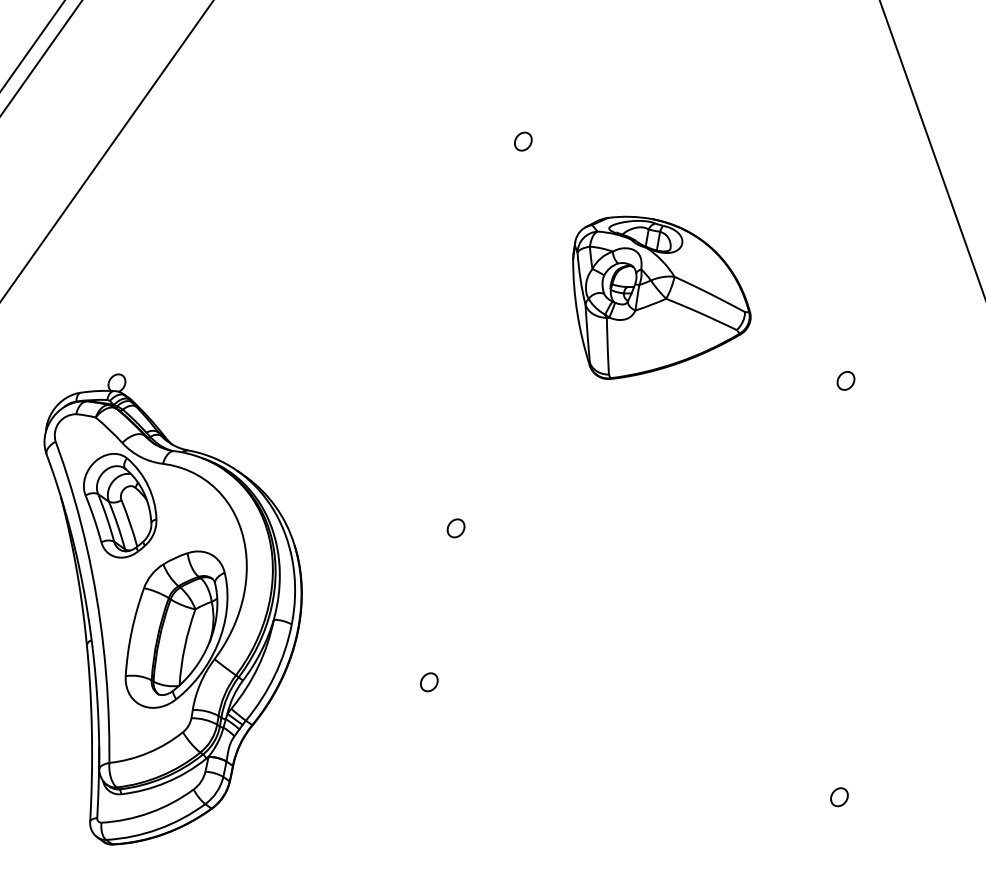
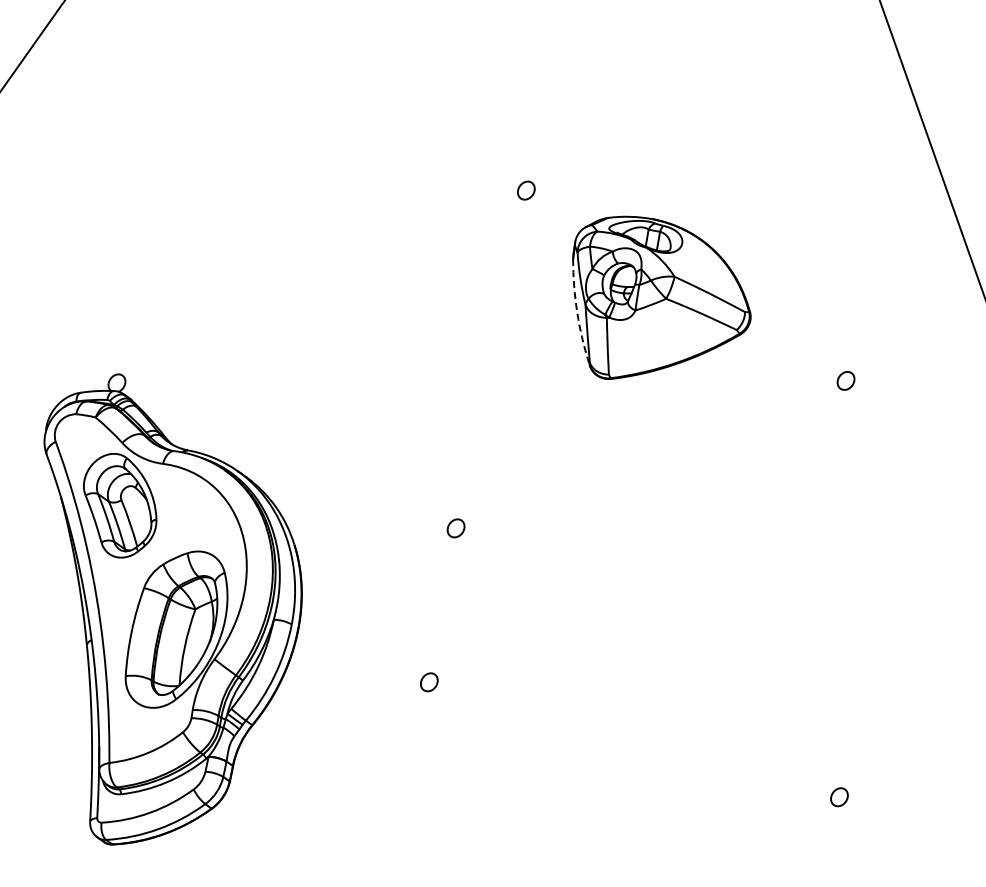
line at (41, 57): present -> none
part at (523, 141) position: (523, 141) -> (526, 190)
line at (107, 150): present -> none
arc at (577, 312): solid -> dashed
